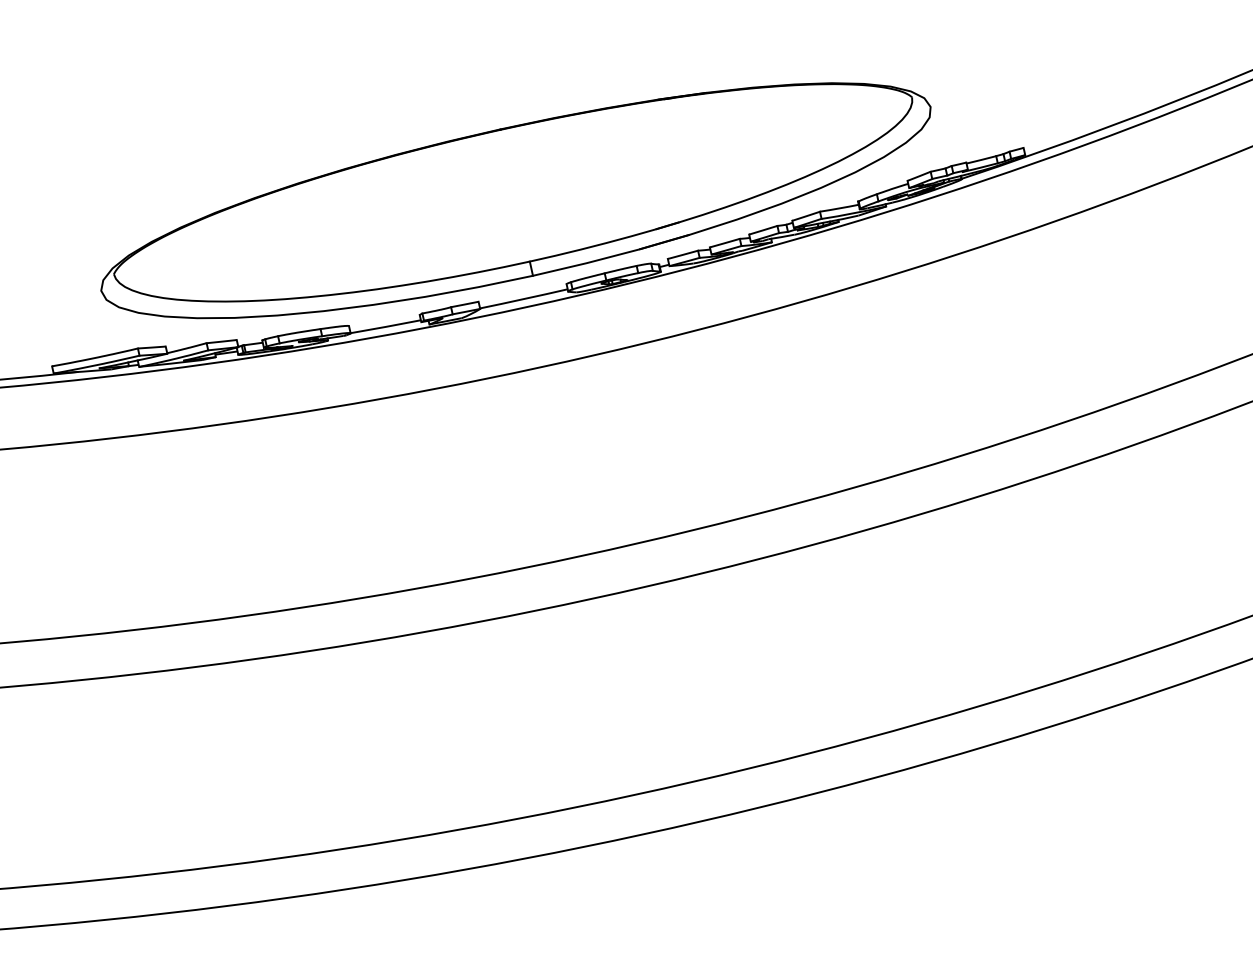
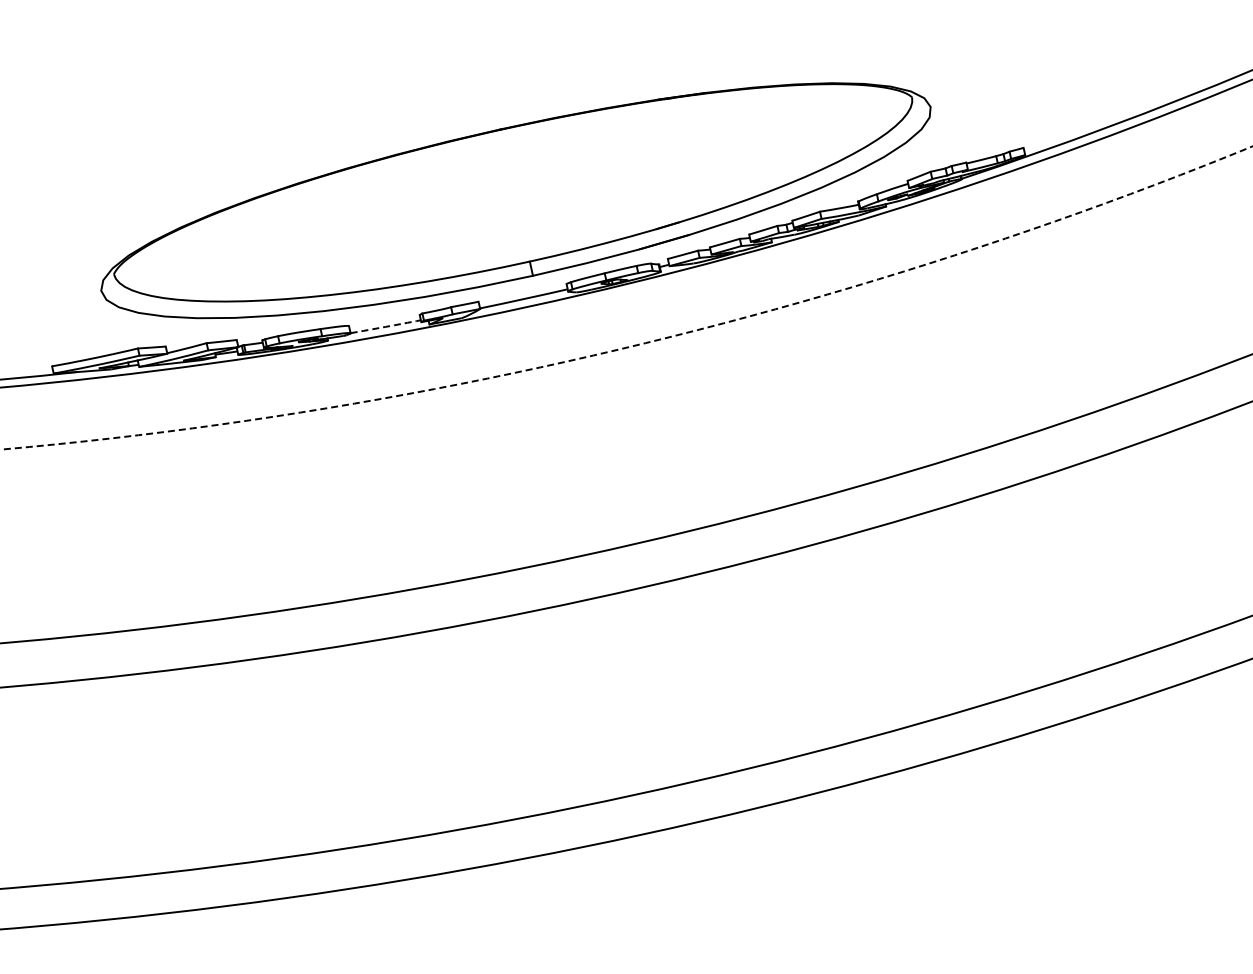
circle at (626, 297): solid -> dashed
arc at (385, 326): solid -> dashed
